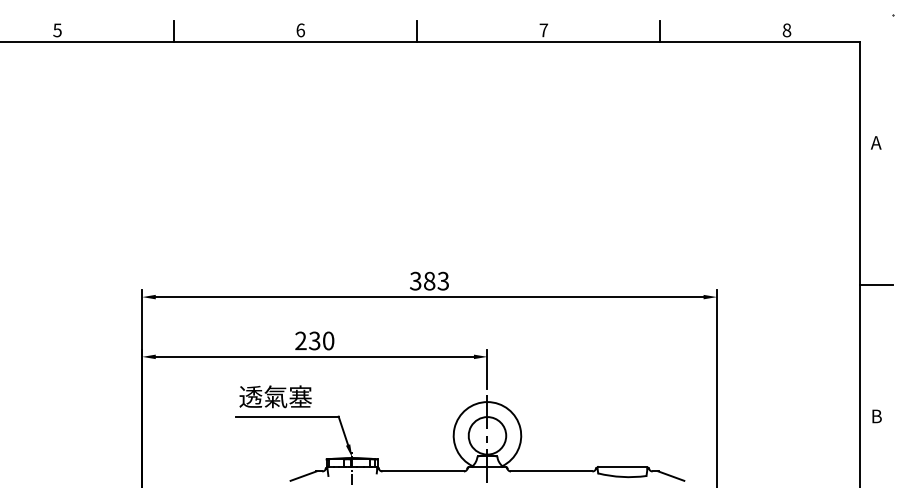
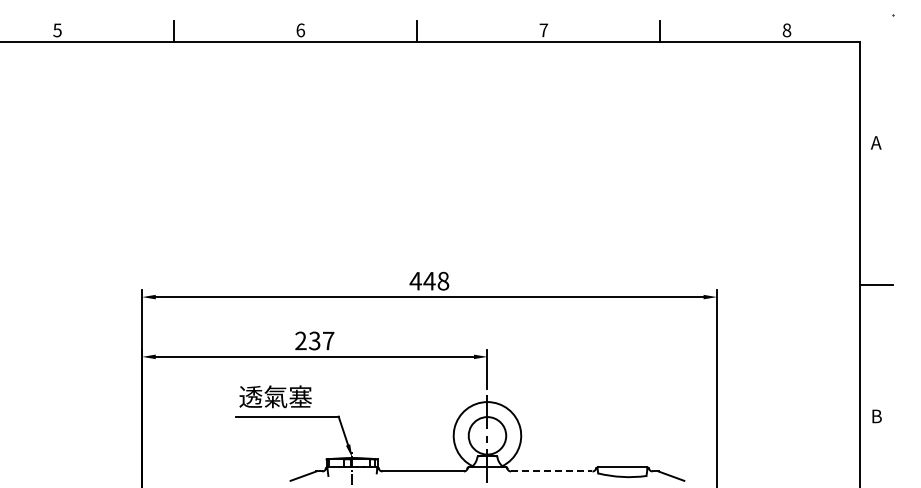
text at (429, 280): 383 -> 448
text at (328, 340): 230 -> 237
line at (551, 471): solid -> dashed
